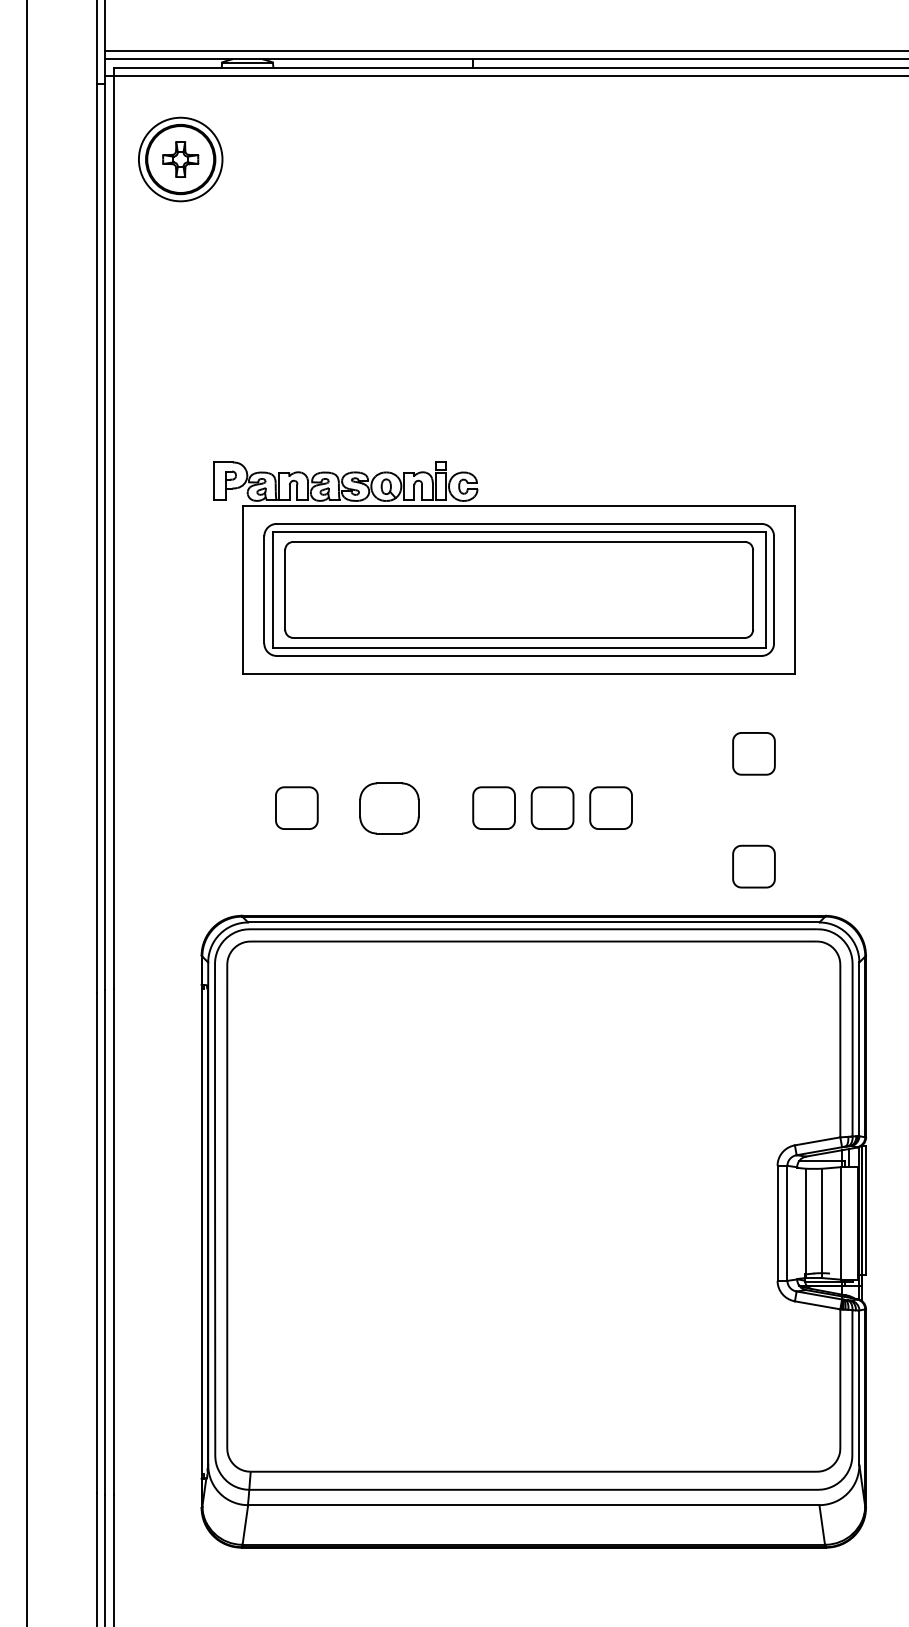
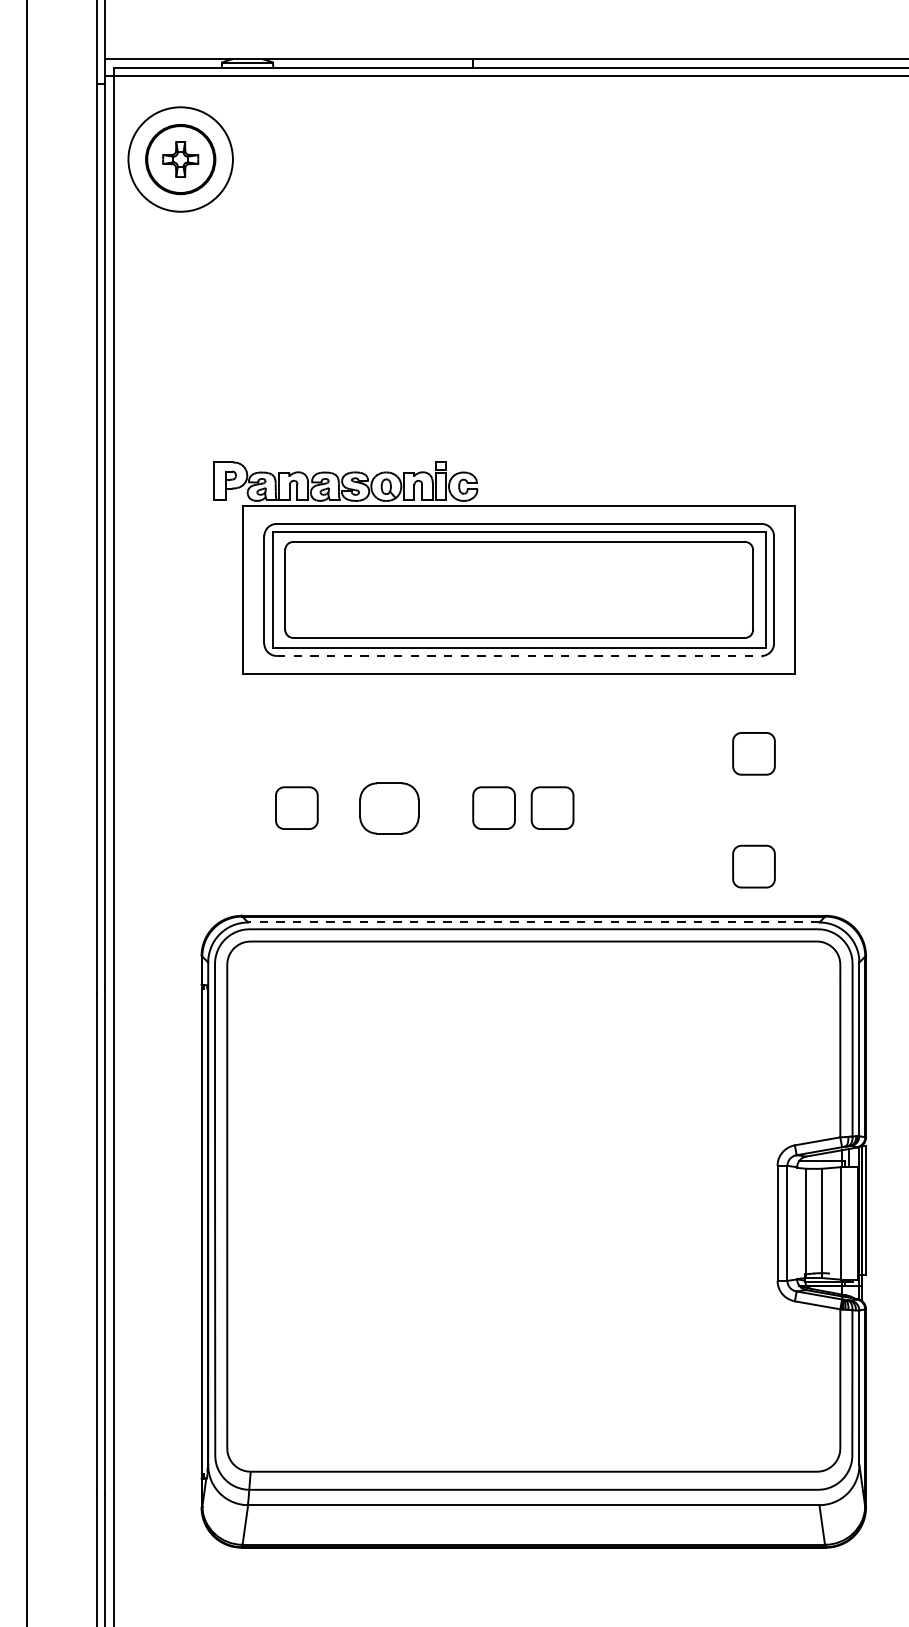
line at (505, 50): present -> none
circle at (180, 159) diameter: 84 px -> 104 px
line at (519, 655): solid -> dashed
part at (610, 807): present -> none
line at (533, 922): solid -> dashed
